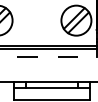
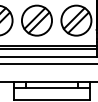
part at (36, 20): none -> present
line at (48, 56): dashed -> solid
line at (48, 63): none -> present
